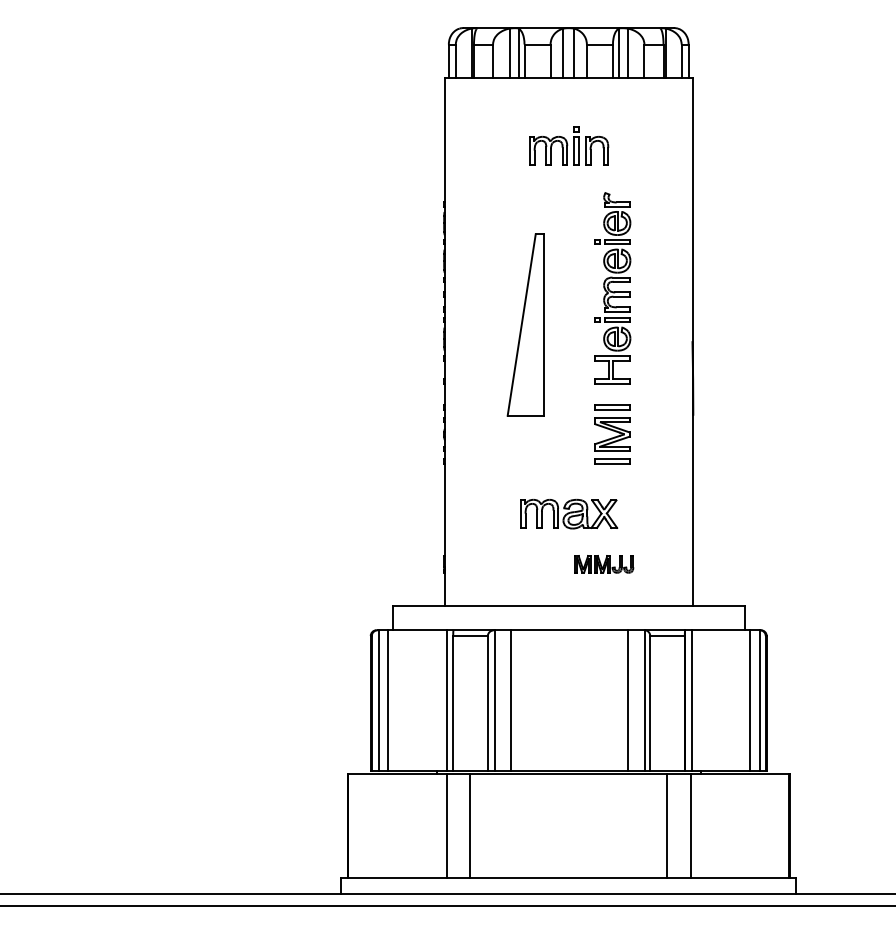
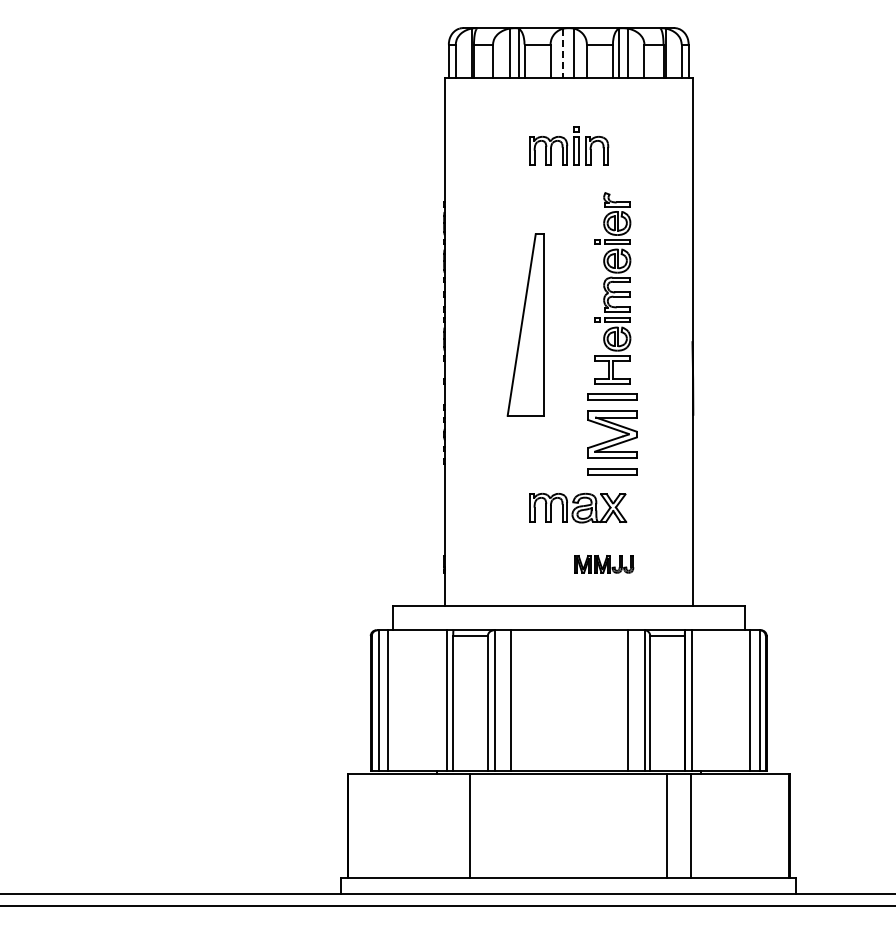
line at (563, 53): solid -> dashed
part at (612, 434) size: 37x61 px -> 51x83 px
part at (569, 514) position: (569, 514) -> (578, 508)
line at (446, 825): present -> none
